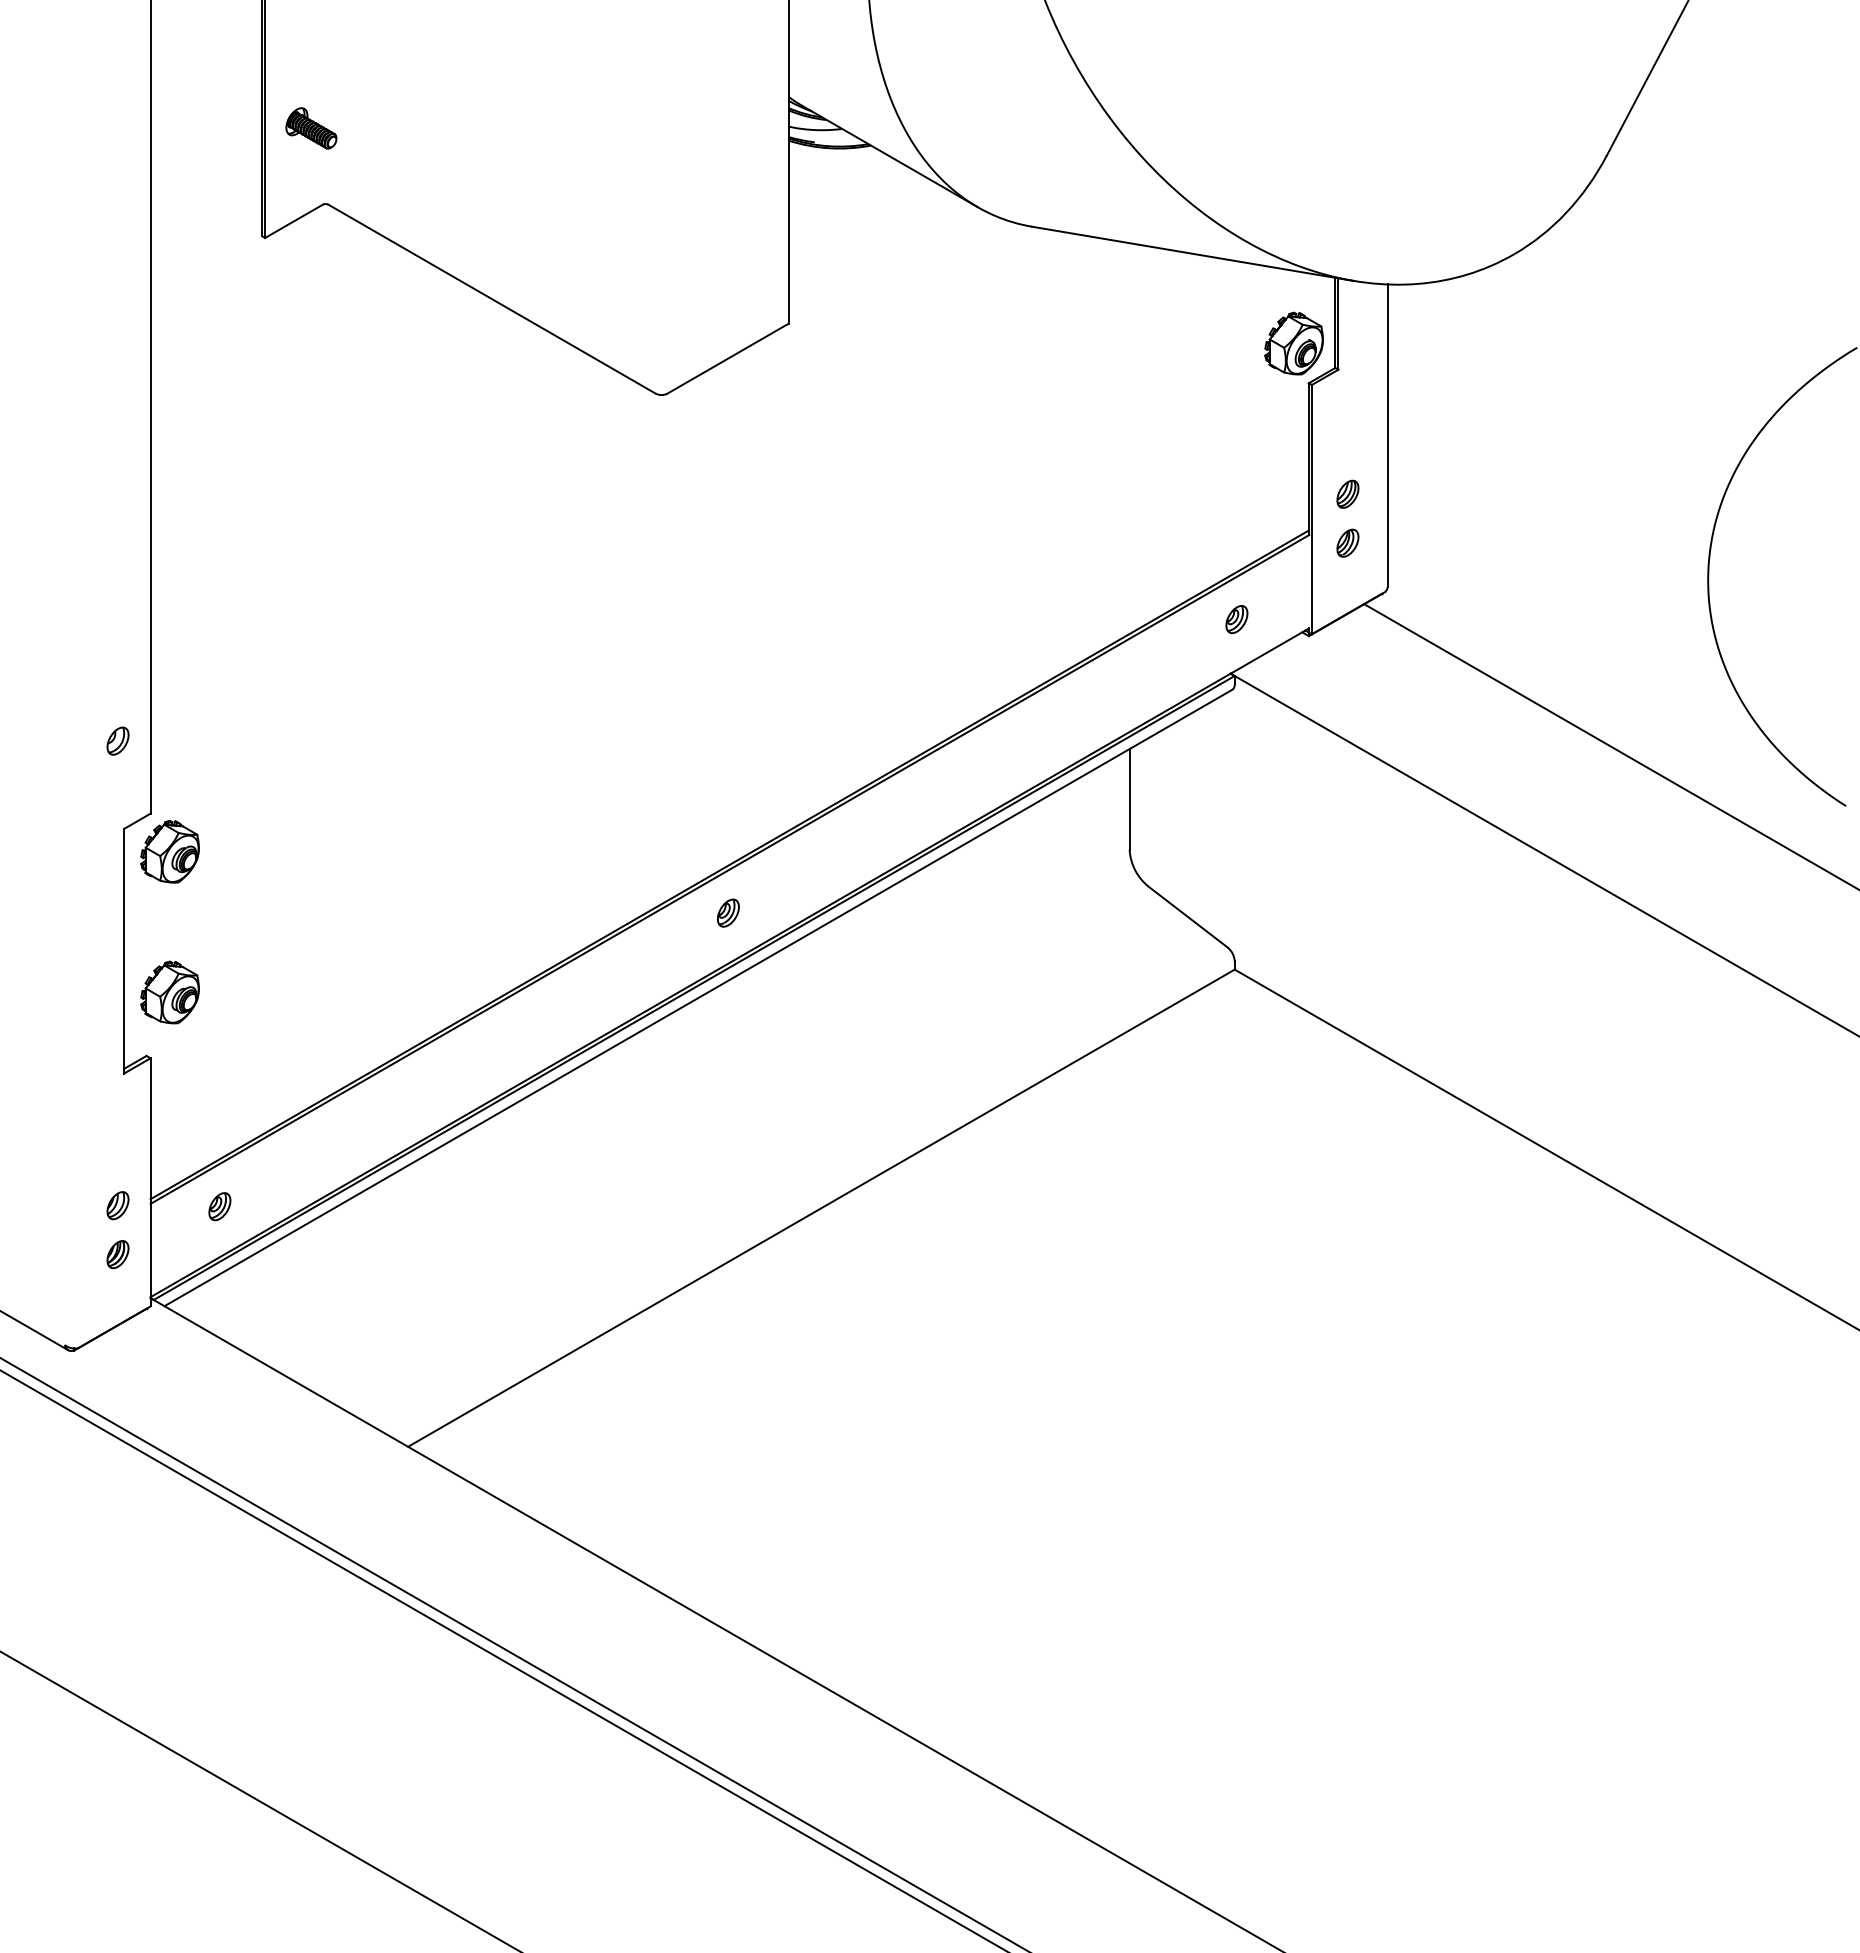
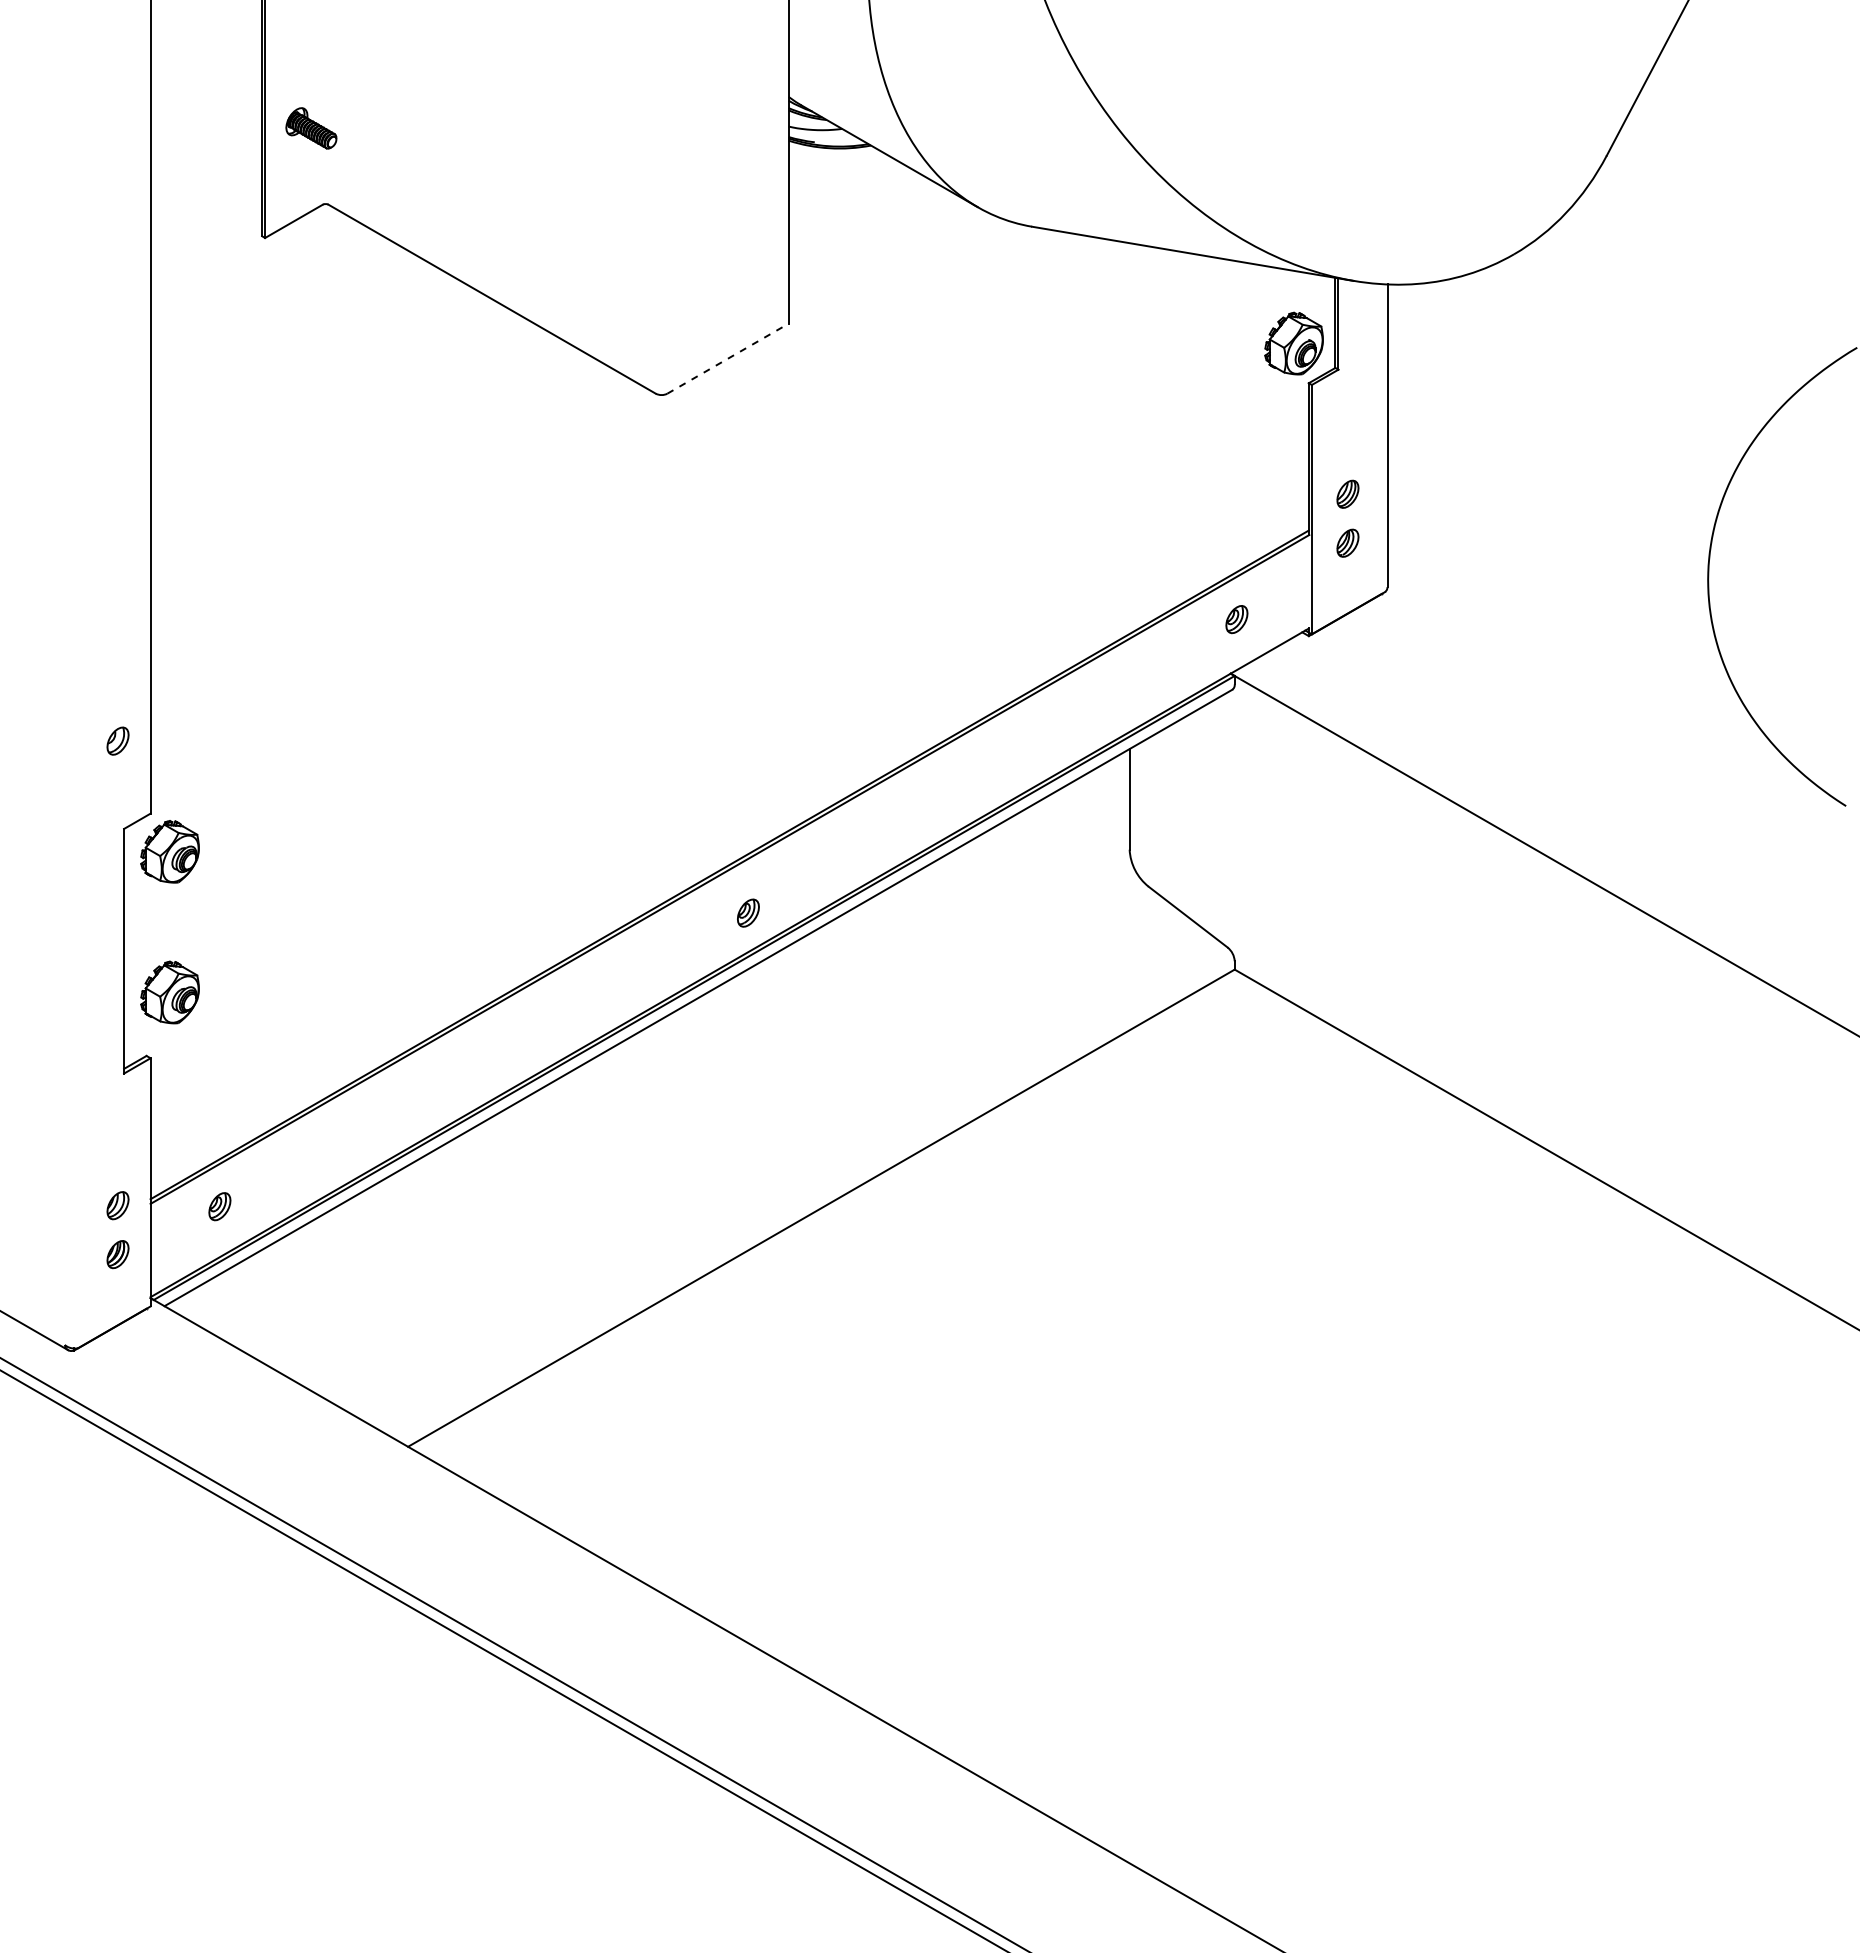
line at (728, 358): solid -> dashed
line at (1610, 746): present -> none
part at (728, 912) position: (728, 912) -> (748, 912)
line at (259, 1800): present -> none
